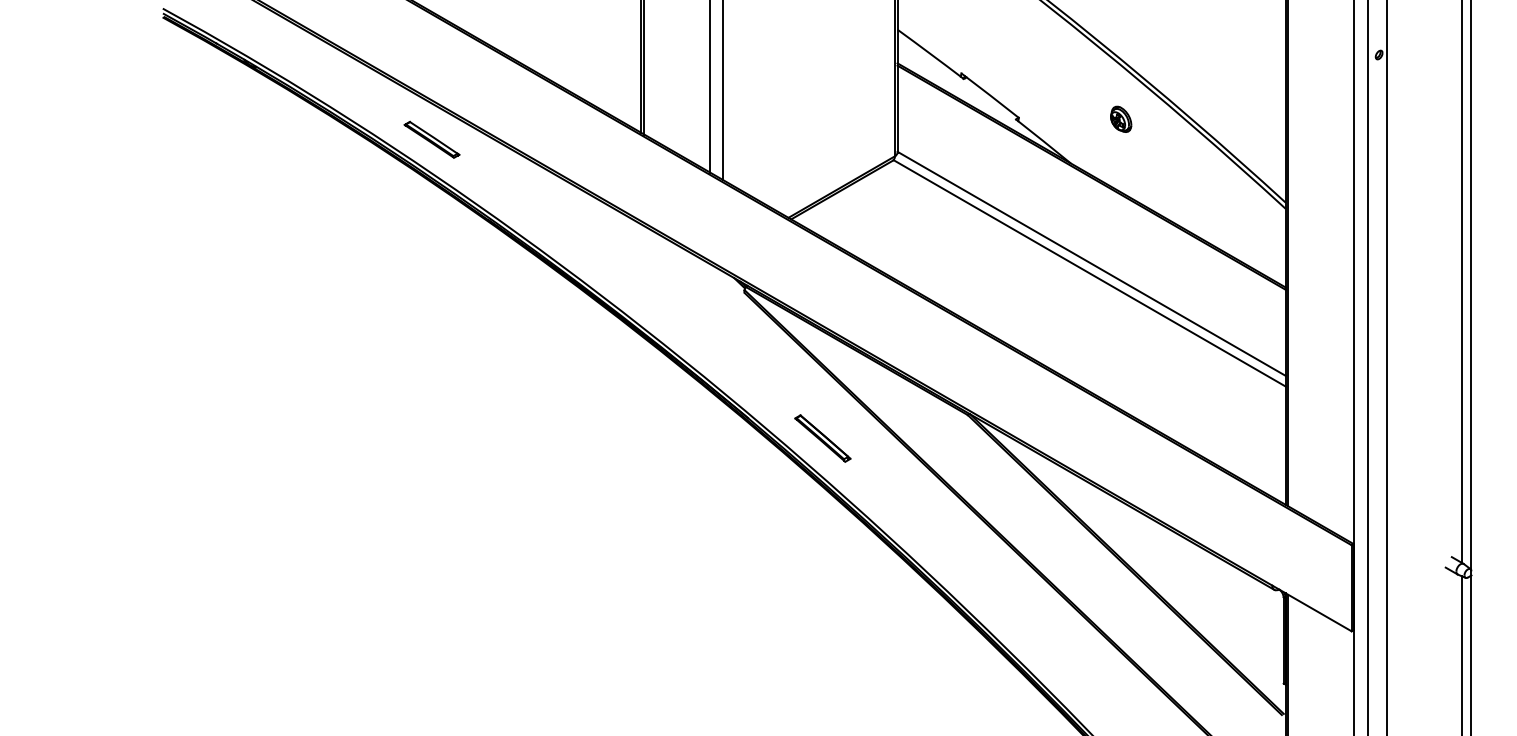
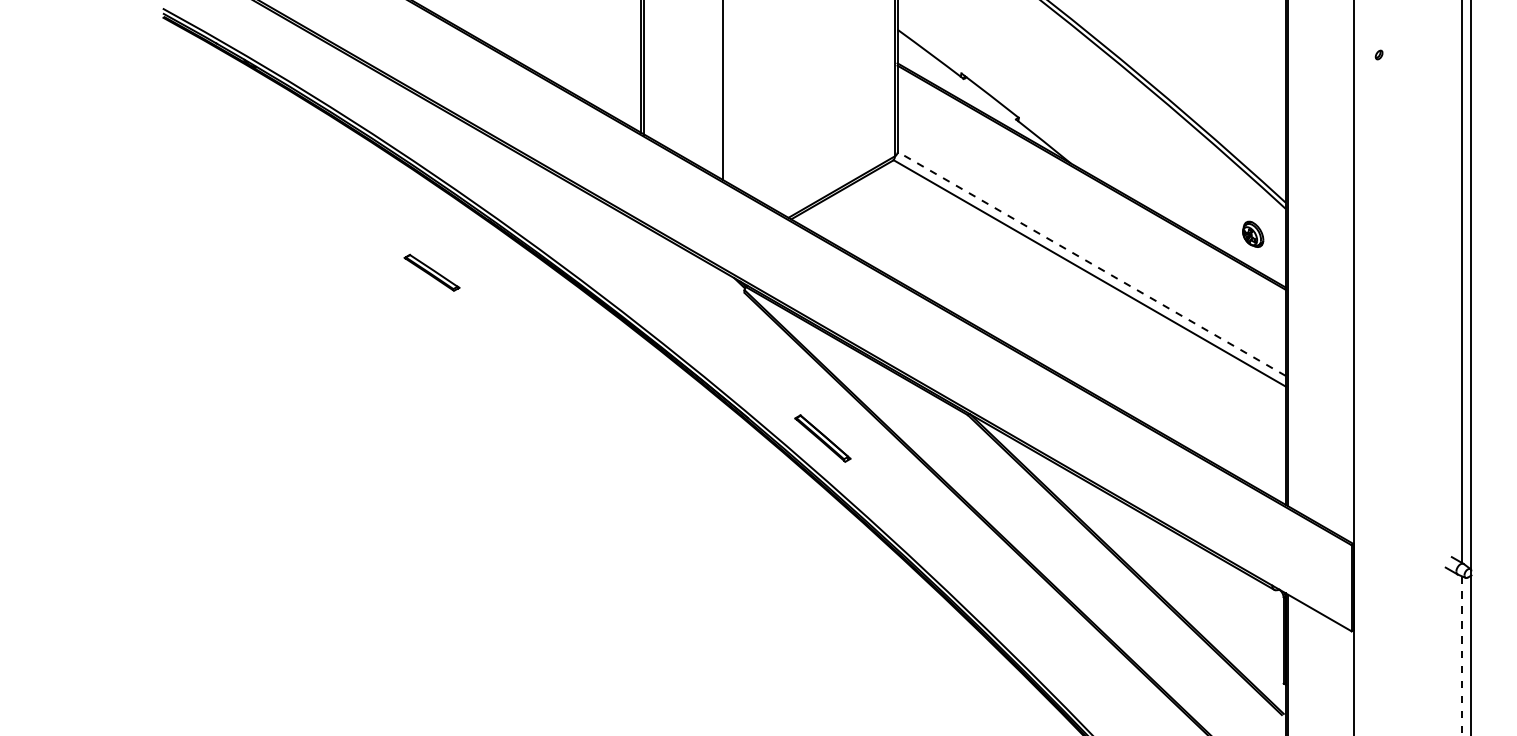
line at (710, 87): present -> none
part at (1121, 118) position: (1121, 118) -> (1253, 233)
part at (431, 139) position: (431, 139) -> (431, 272)
line at (1091, 263): solid -> dashed
line at (1367, 367): present -> none
line at (1387, 367): present -> none
line at (1461, 656): solid -> dashed
